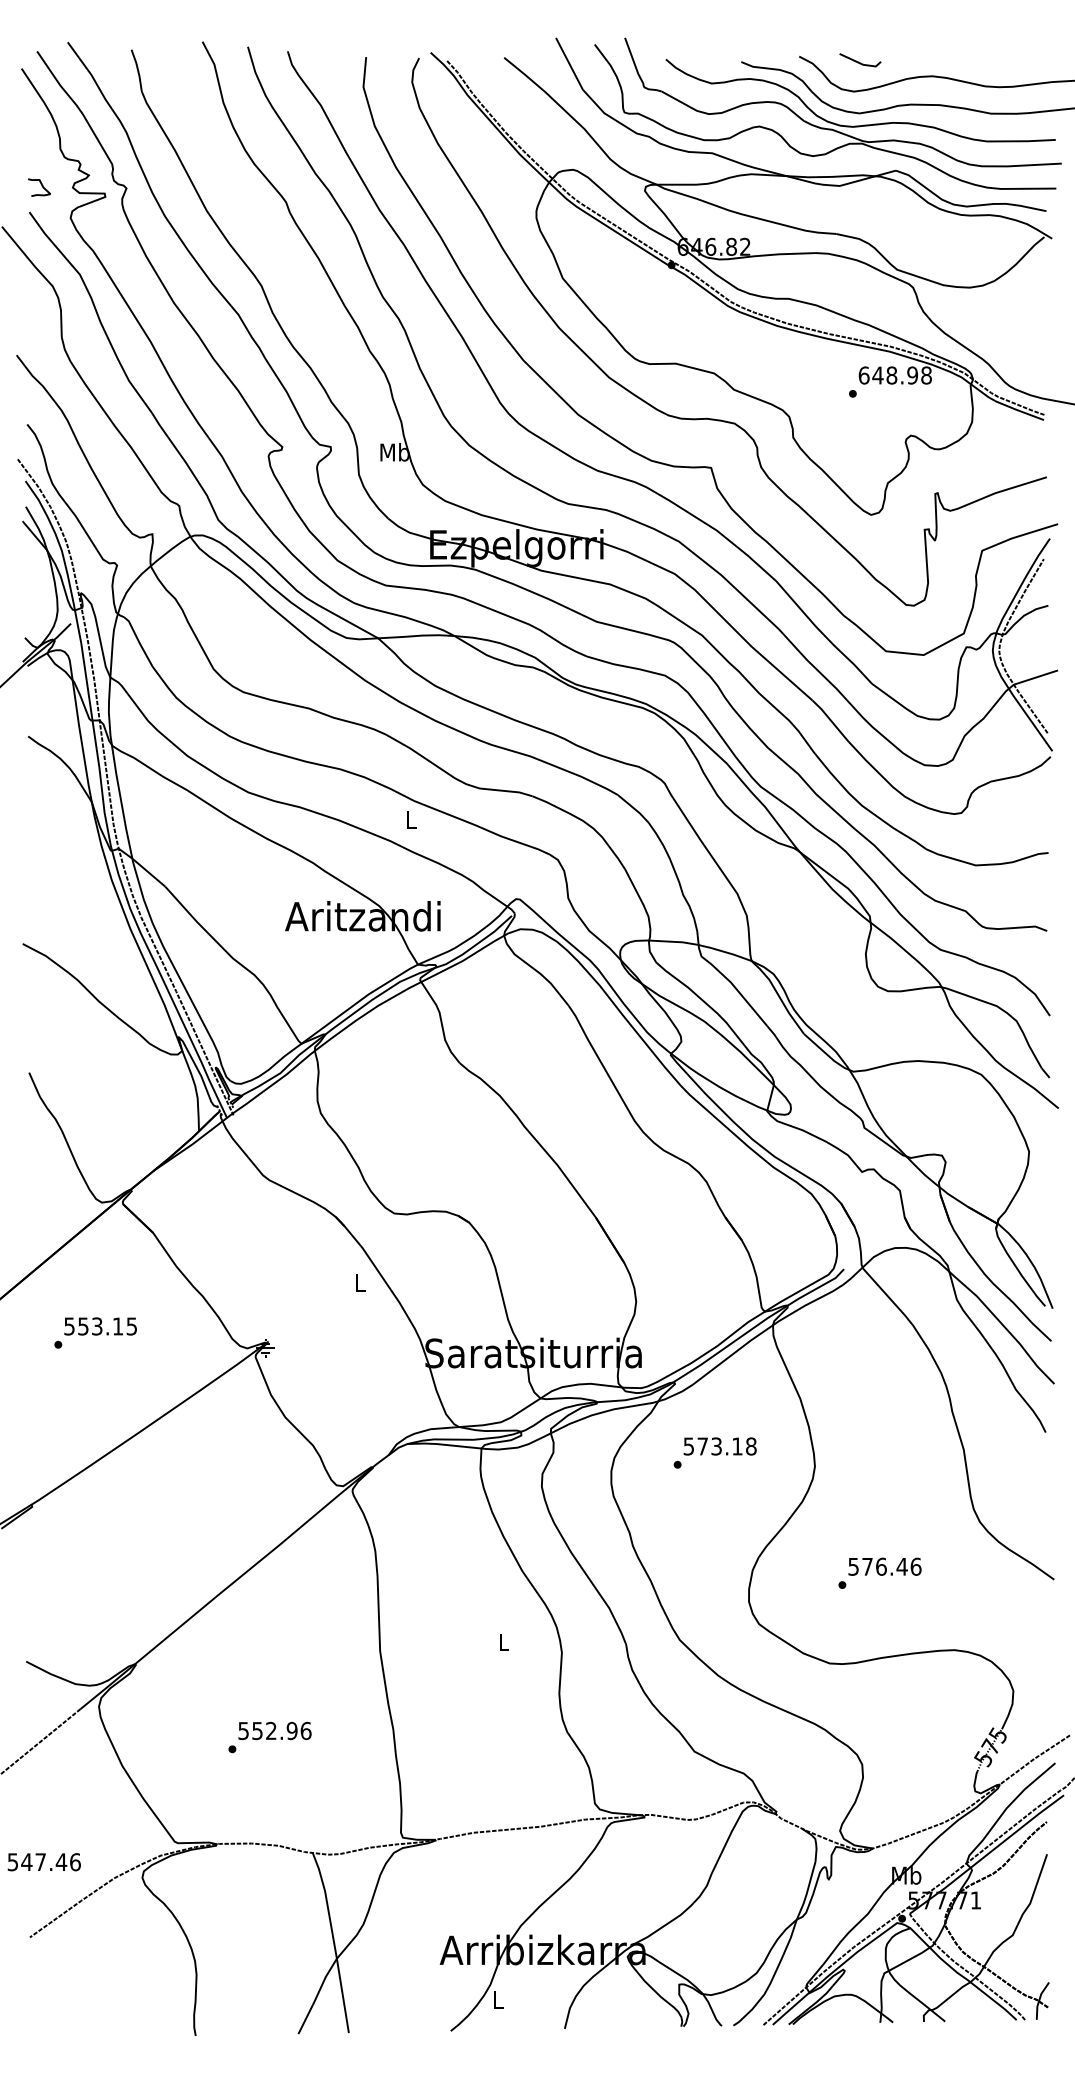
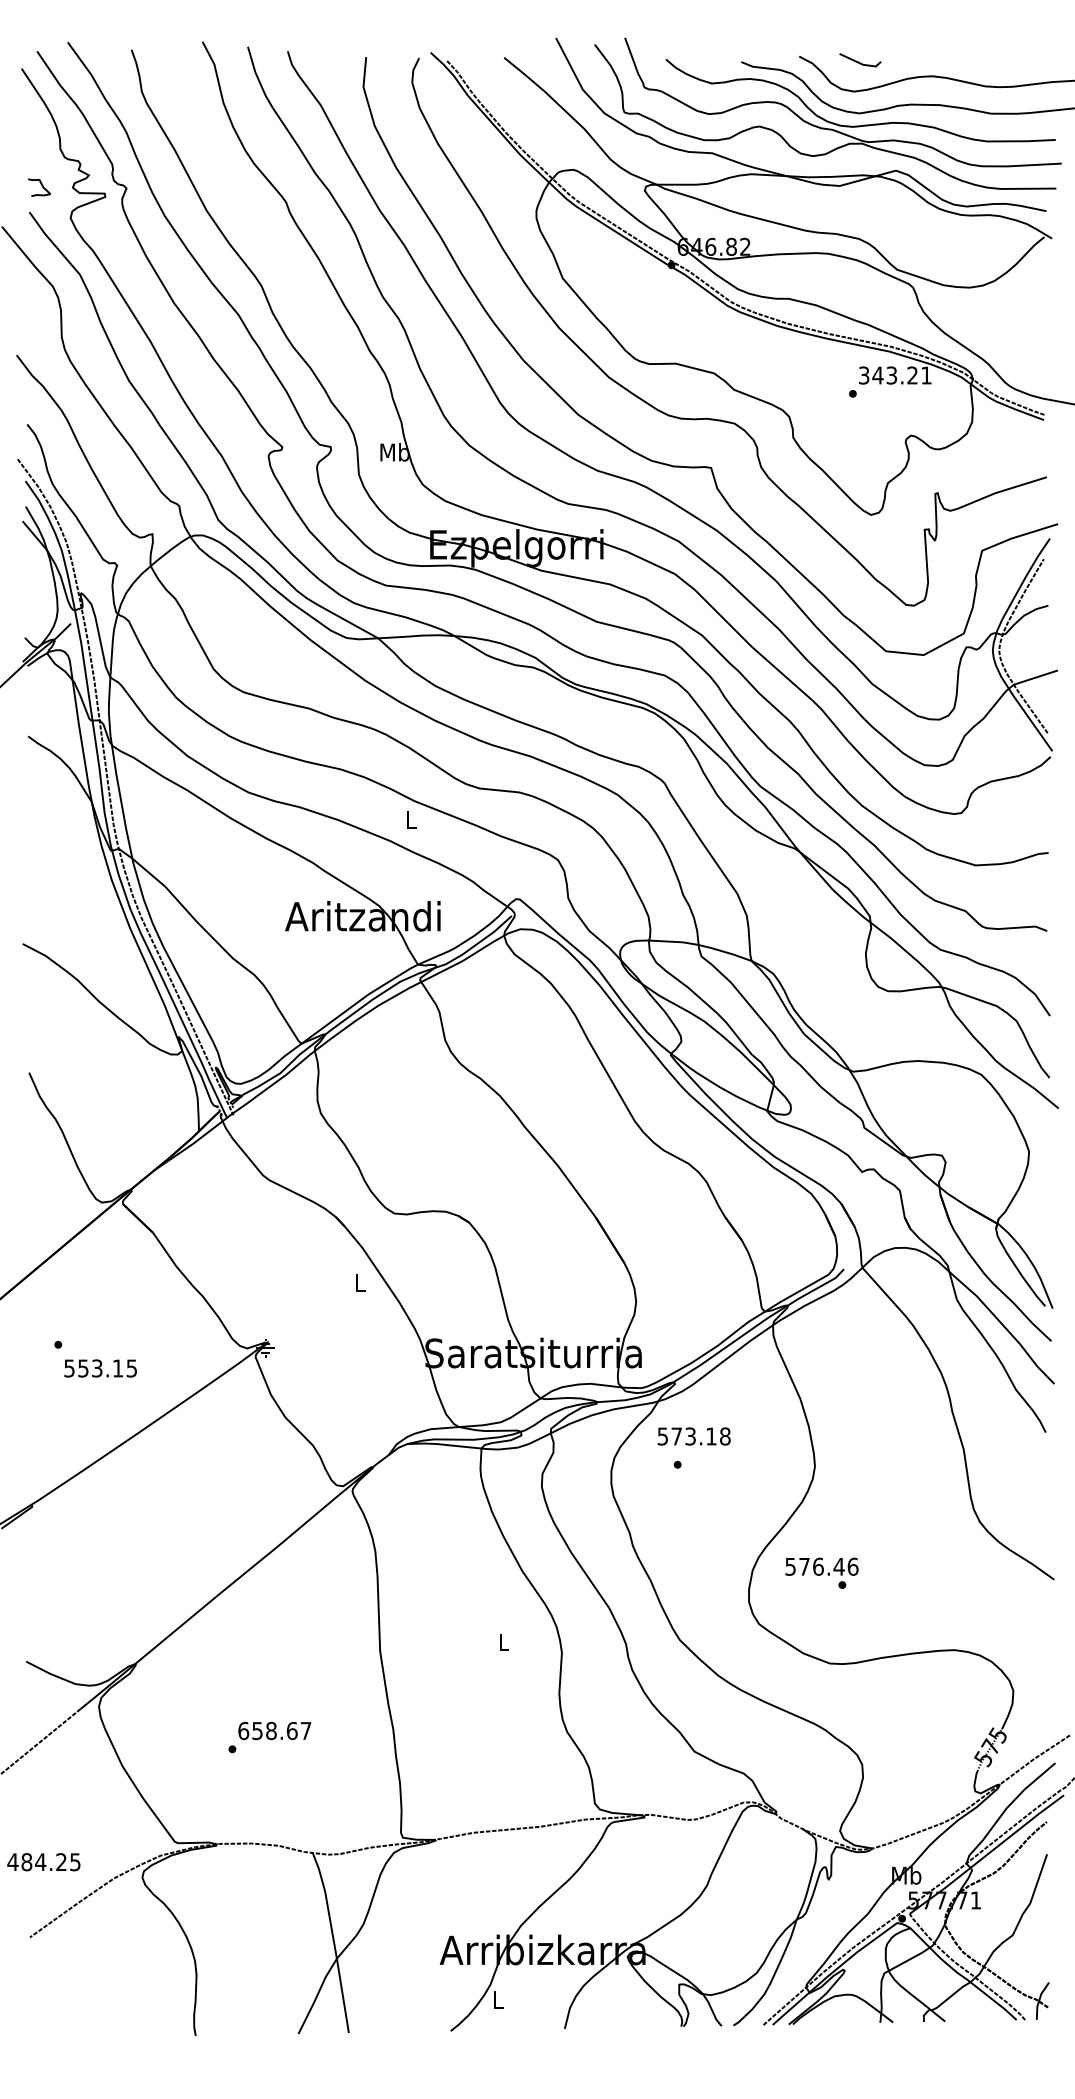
text at (894, 375): 648.98 -> 343.21
text at (100, 1326) position: (100, 1326) -> (100, 1368)
text at (719, 1446) position: (719, 1446) -> (693, 1436)
text at (884, 1566) position: (884, 1566) -> (821, 1566)
text at (274, 1730): 552.96 -> 658.67
text at (43, 1862): 547.46 -> 484.25
